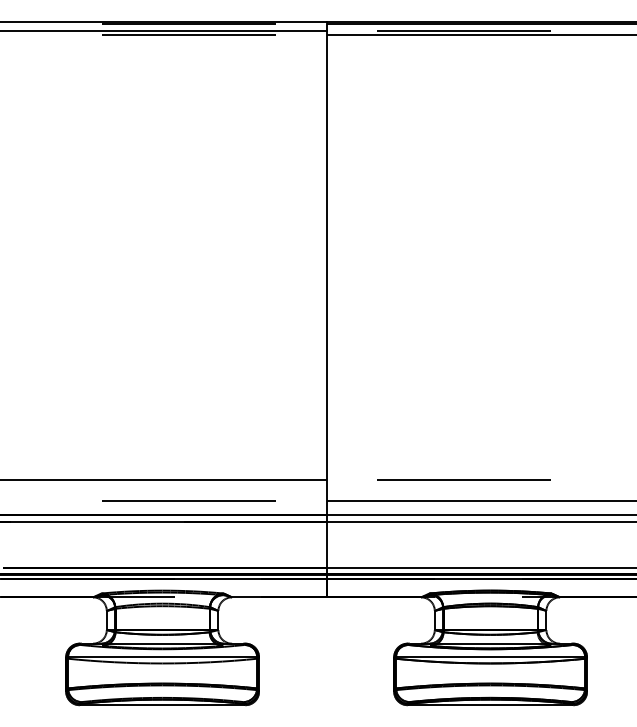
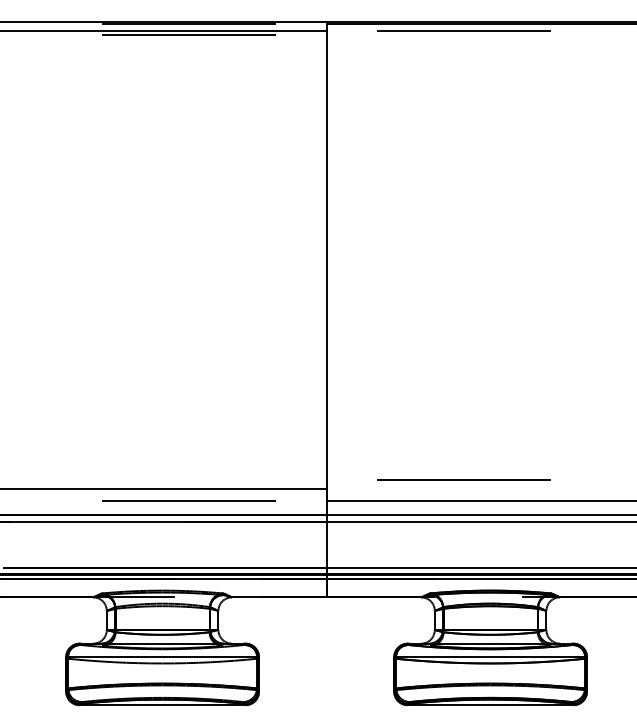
line at (479, 35): present -> none
line at (164, 480) position: (164, 480) -> (164, 489)
